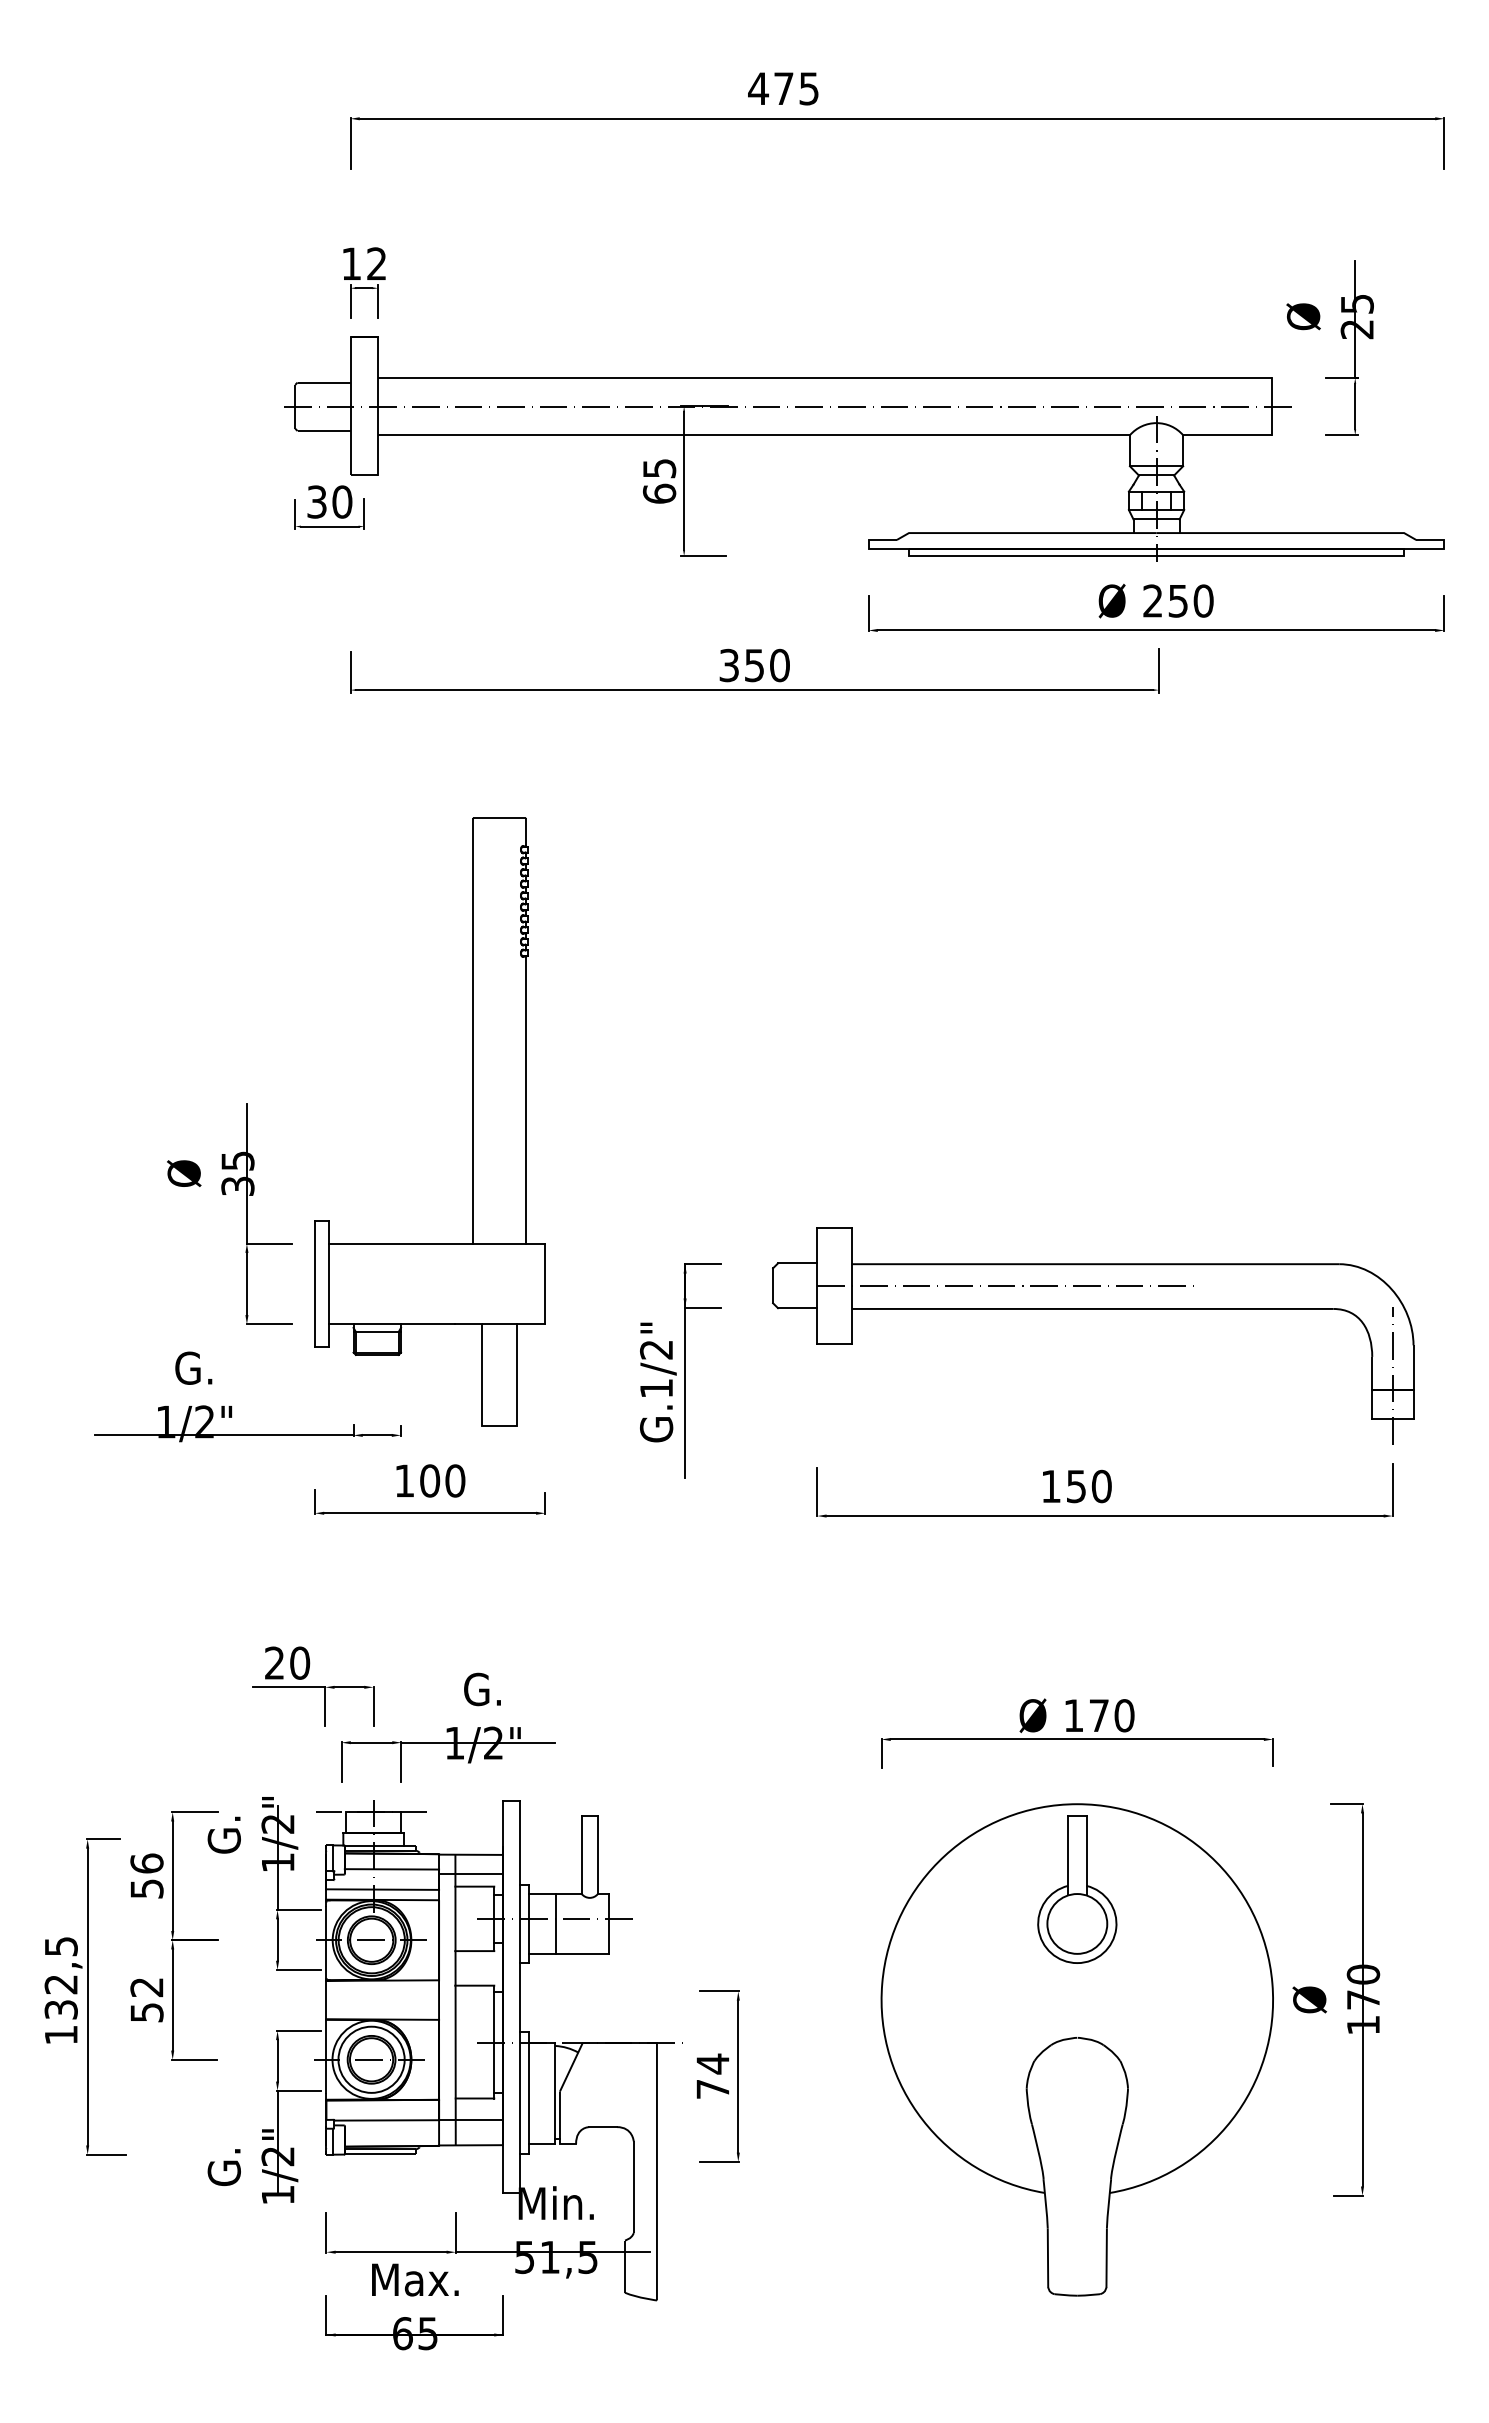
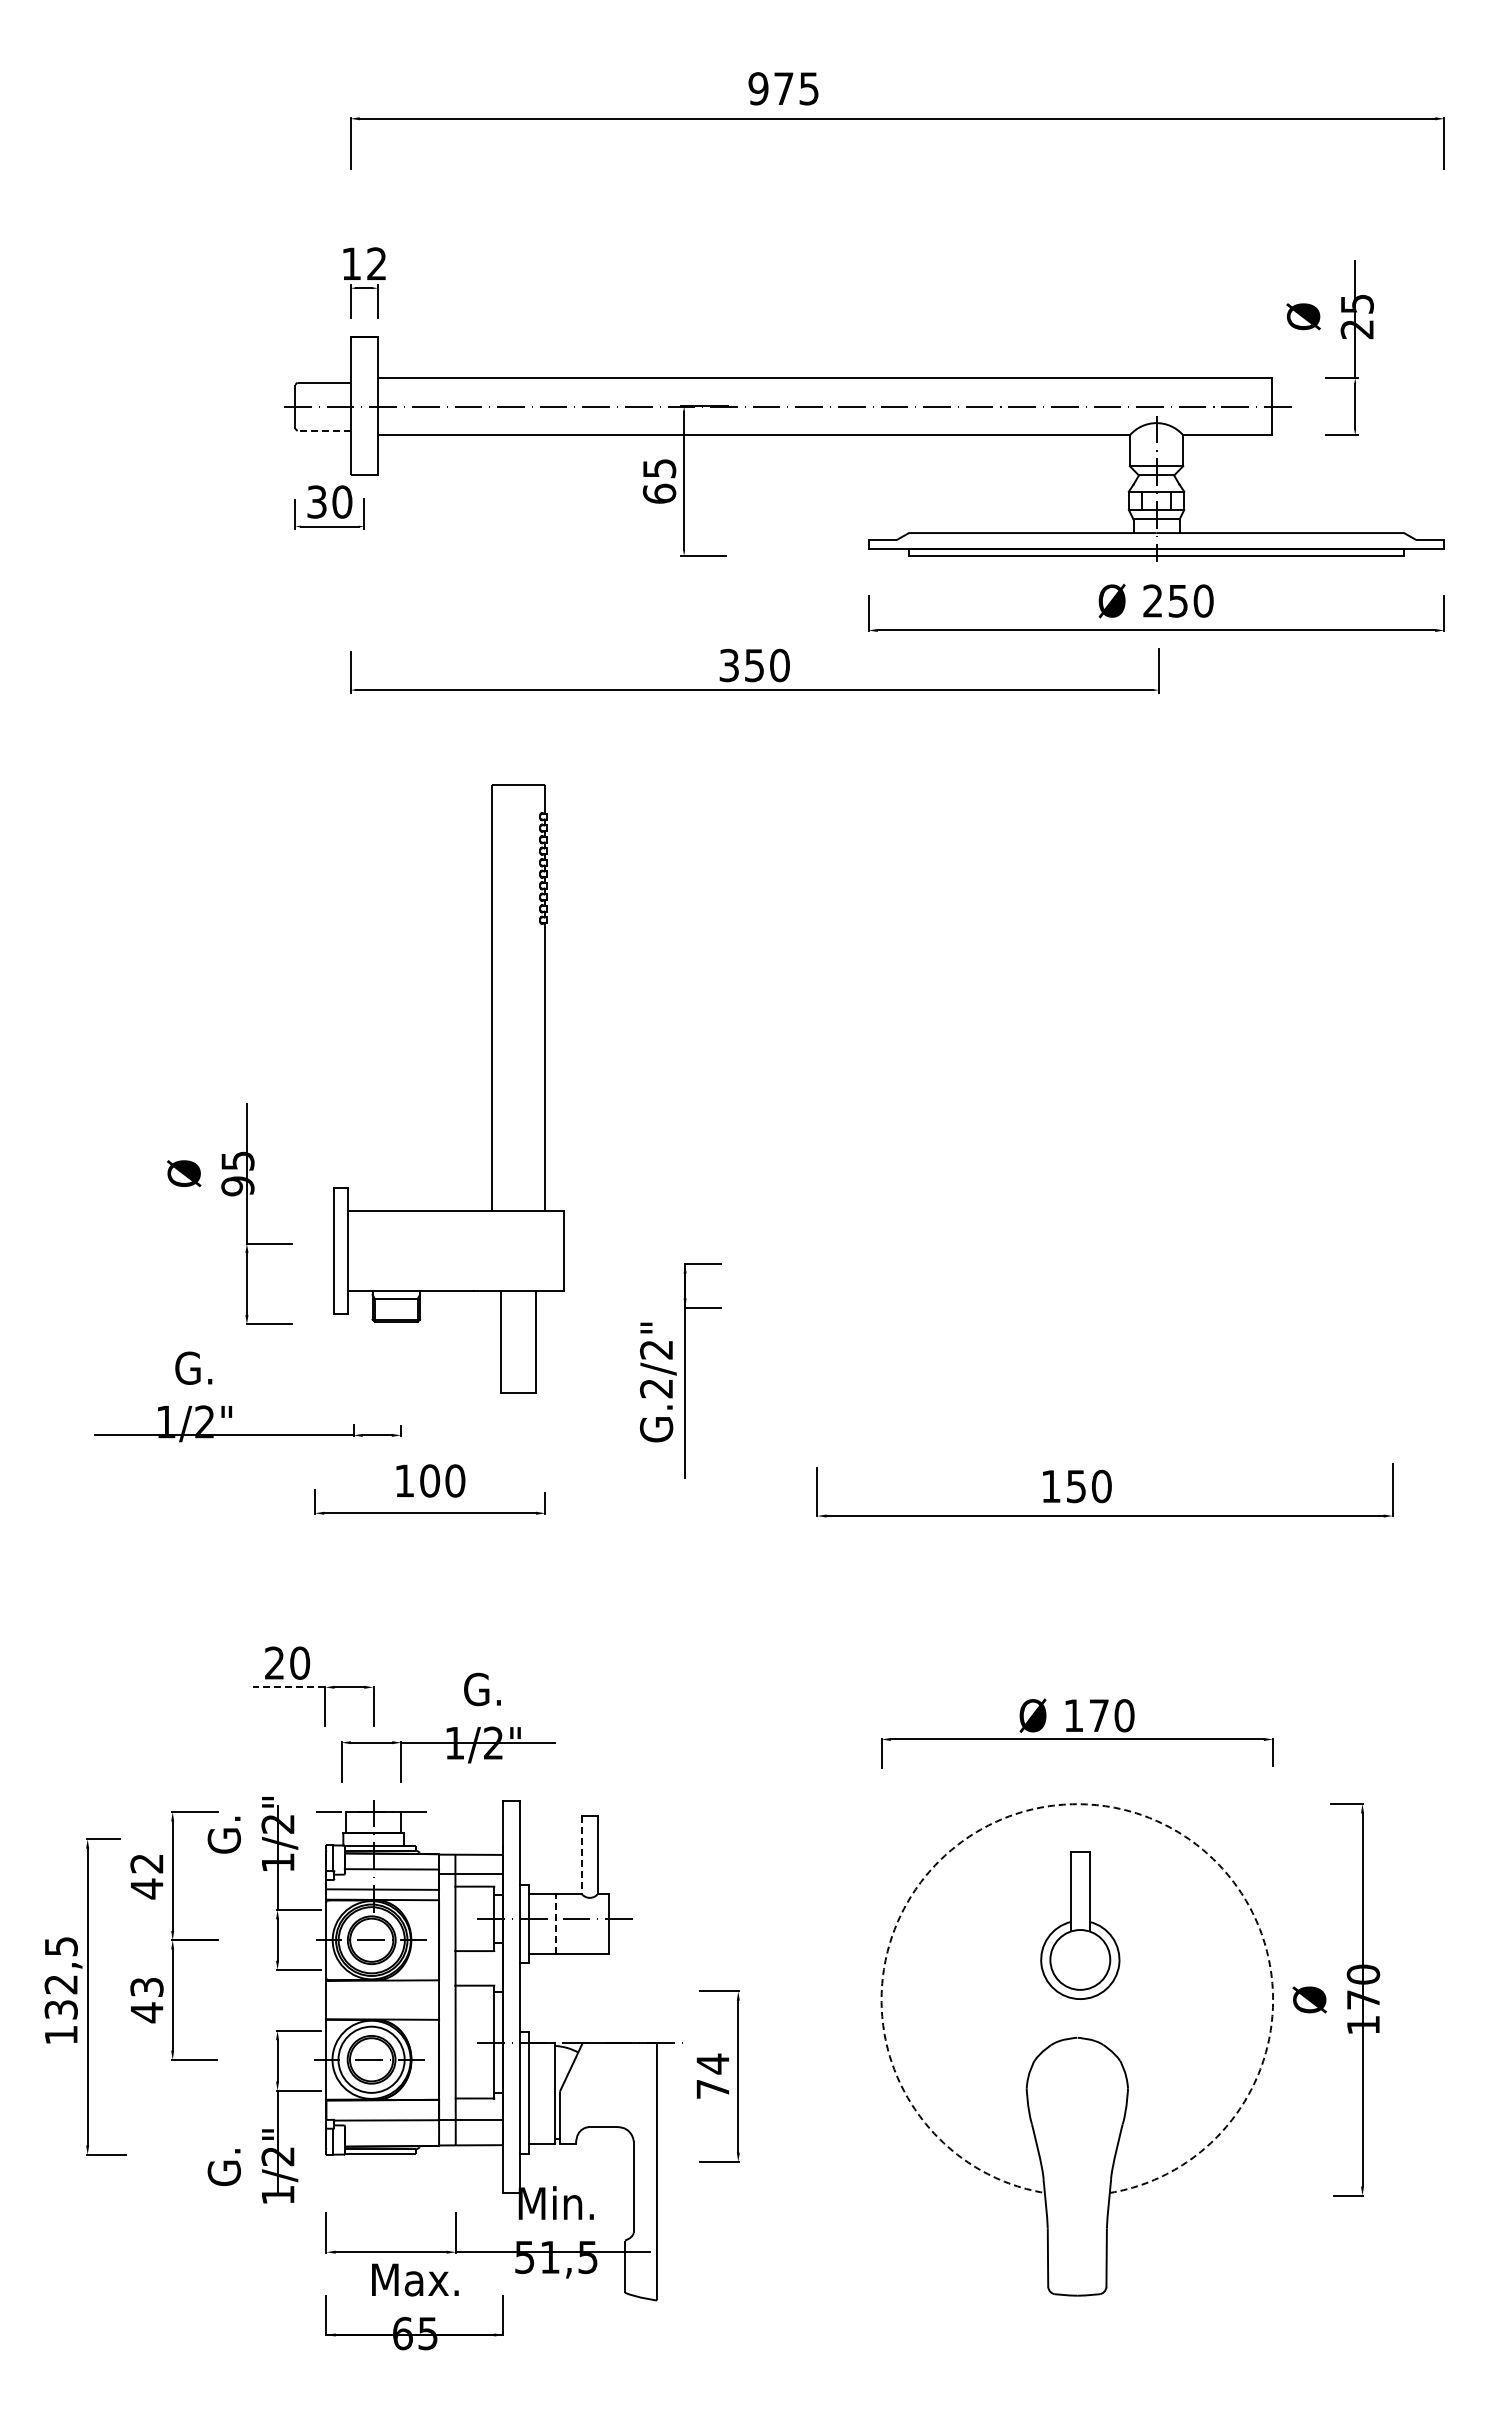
text at (758, 88): 475 -> 975
line at (323, 431): solid -> dashed
part at (472, 1121) position: (472, 1121) -> (491, 1088)
text at (237, 1186): 35 -> 95
part at (1093, 1309): present -> none
text at (656, 1388): G.1/2" -> G.2/2"
line at (288, 1687): solid -> dashed
arc at (1077, 1804): solid -> dashed
line at (581, 1855): solid -> dashed
text at (146, 1876): 56 -> 42
part at (1077, 1889) position: (1077, 1889) -> (1080, 1925)
line at (556, 1923): solid -> dashed
text at (146, 2000): 52 -> 43
